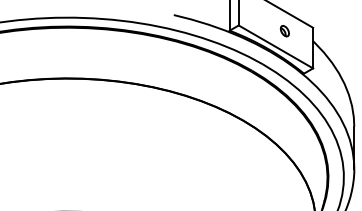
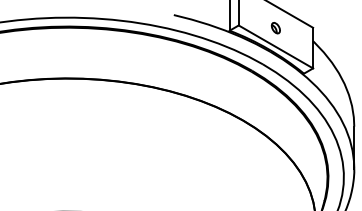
part at (284, 31) position: (284, 31) -> (275, 28)
